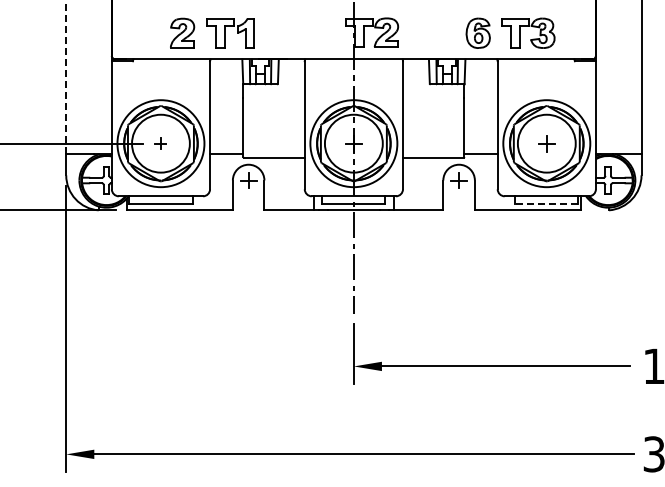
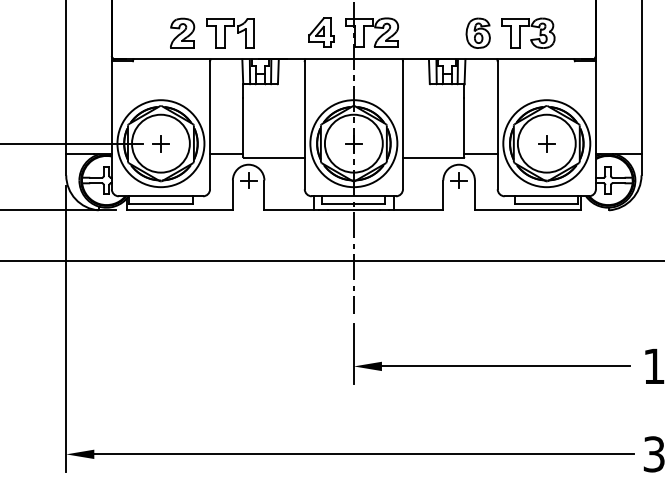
part at (321, 32): none -> present
line at (66, 76): dashed -> solid
part at (160, 143) size: 13x13 px -> 18x18 px
line at (546, 204): dashed -> solid
line at (331, 261): none -> present
